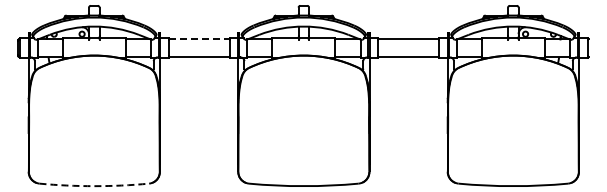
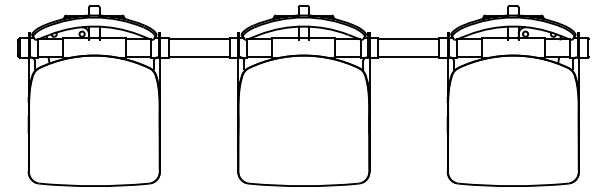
line at (199, 39): dashed -> solid
arc at (94, 186): dashed -> solid
